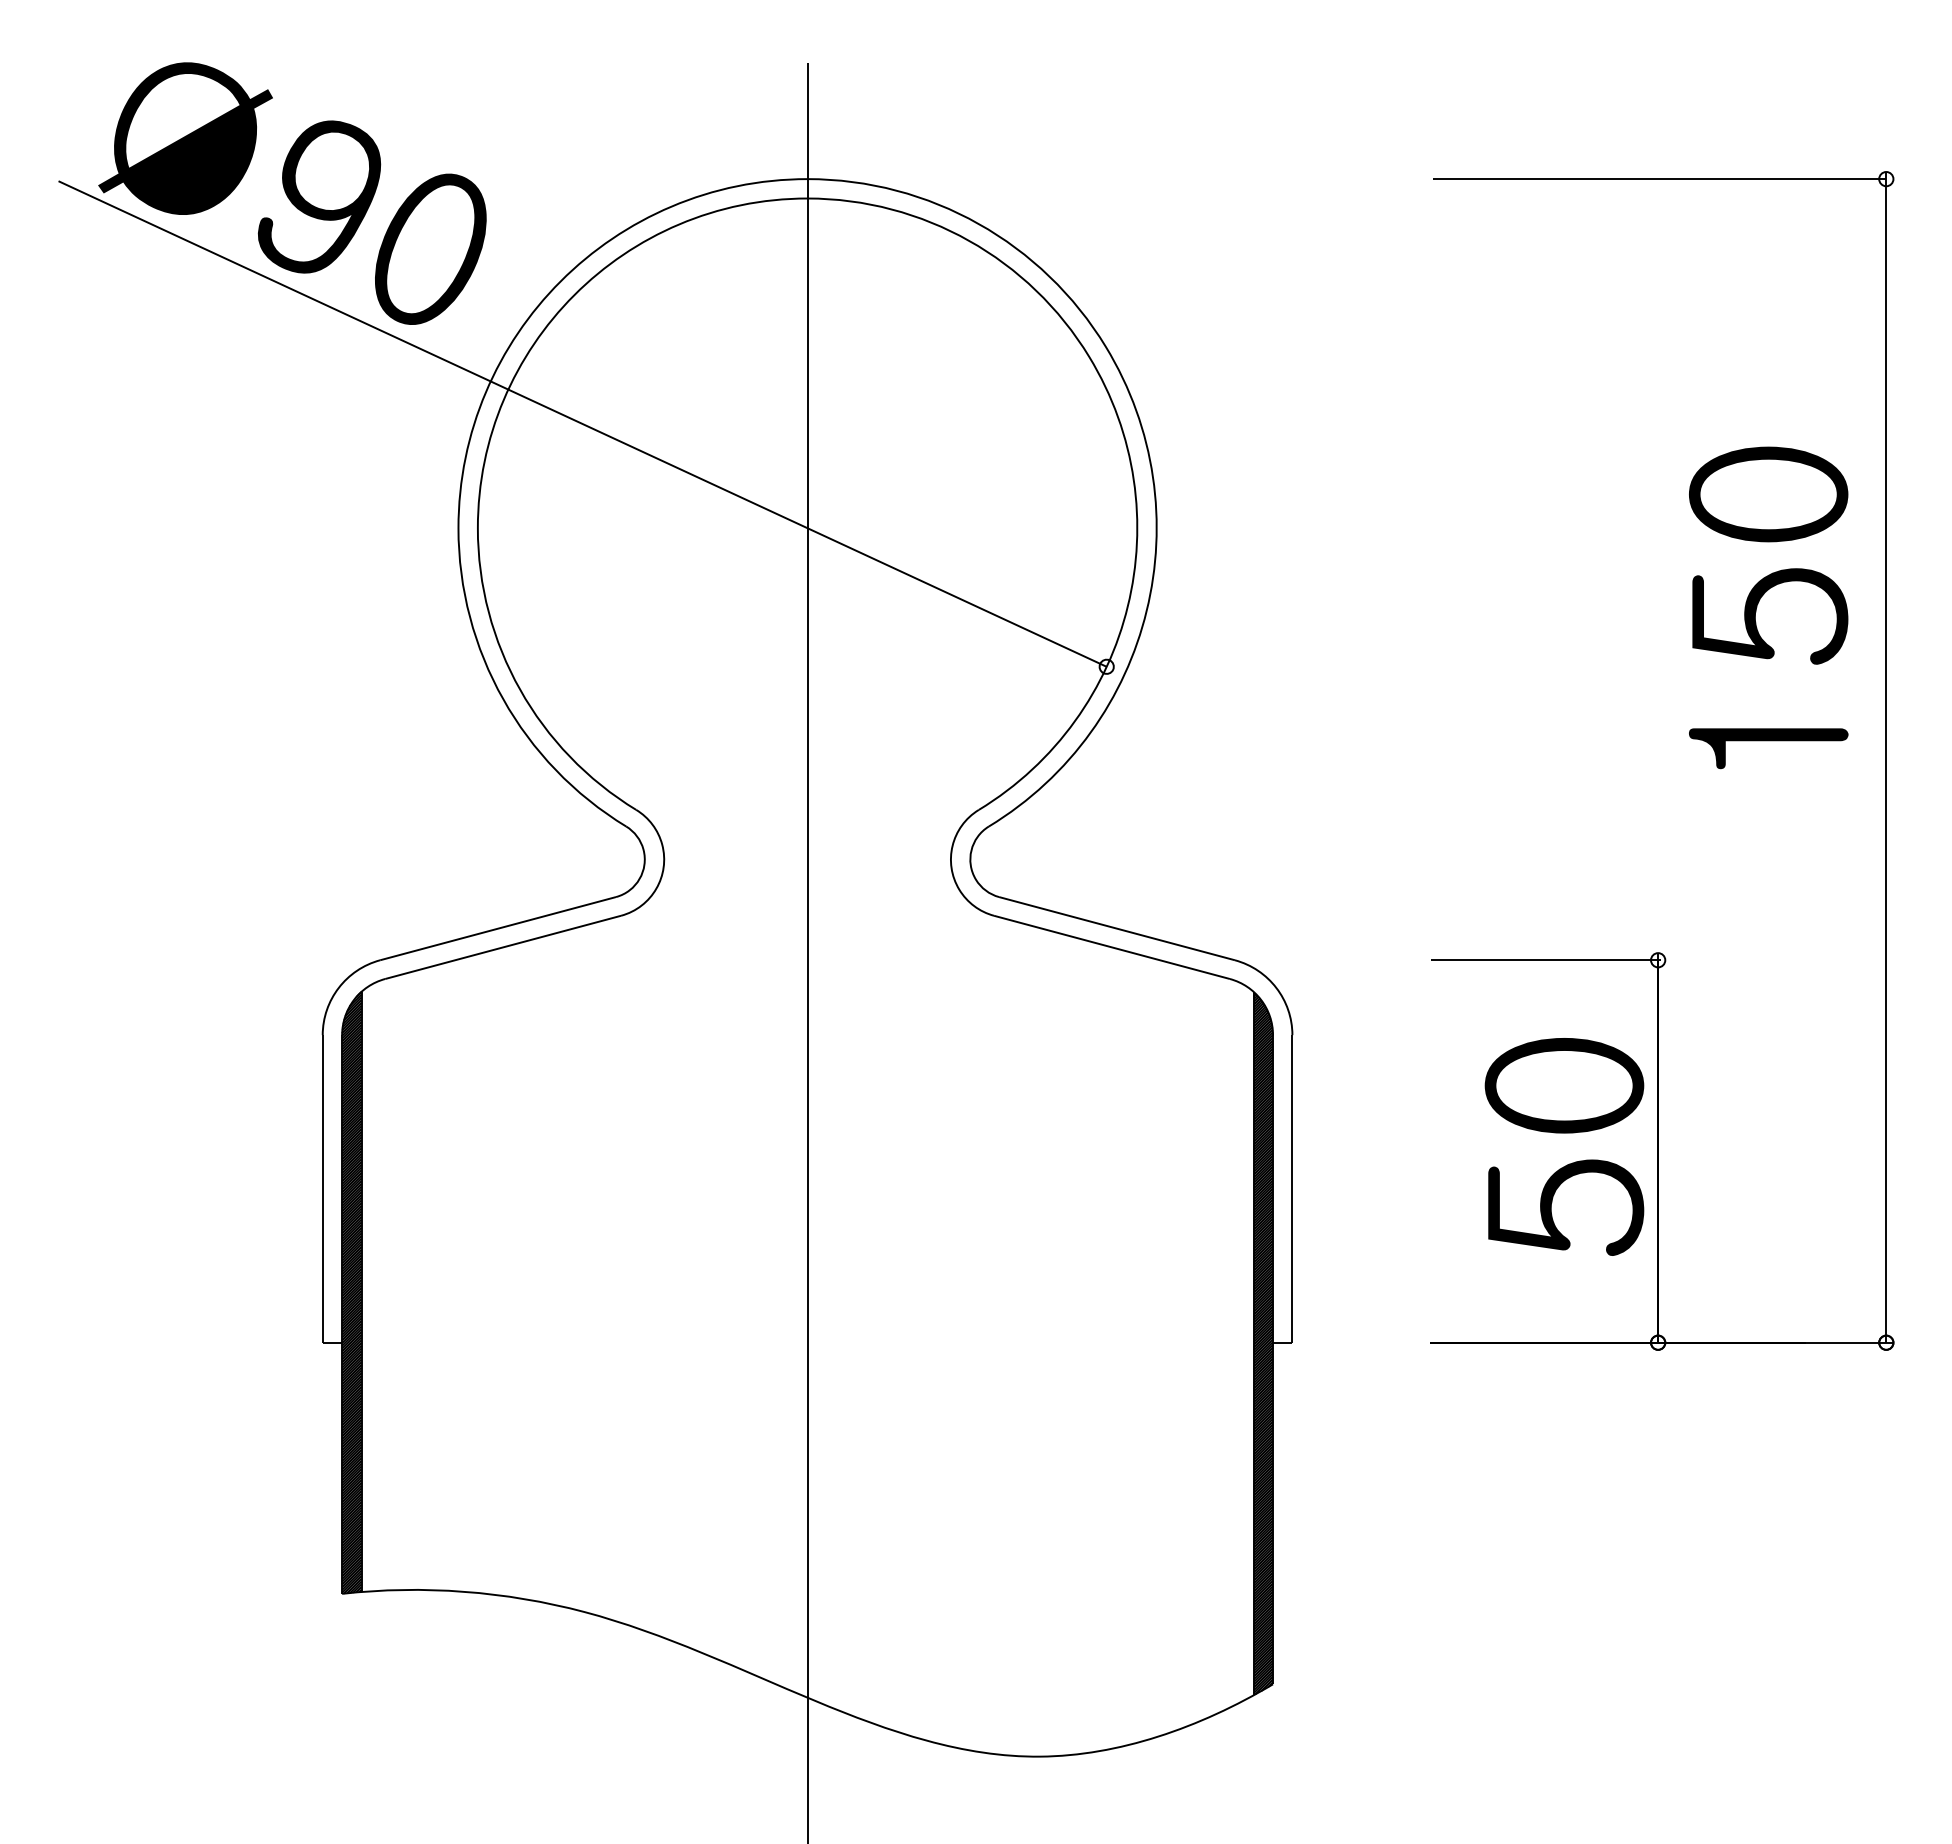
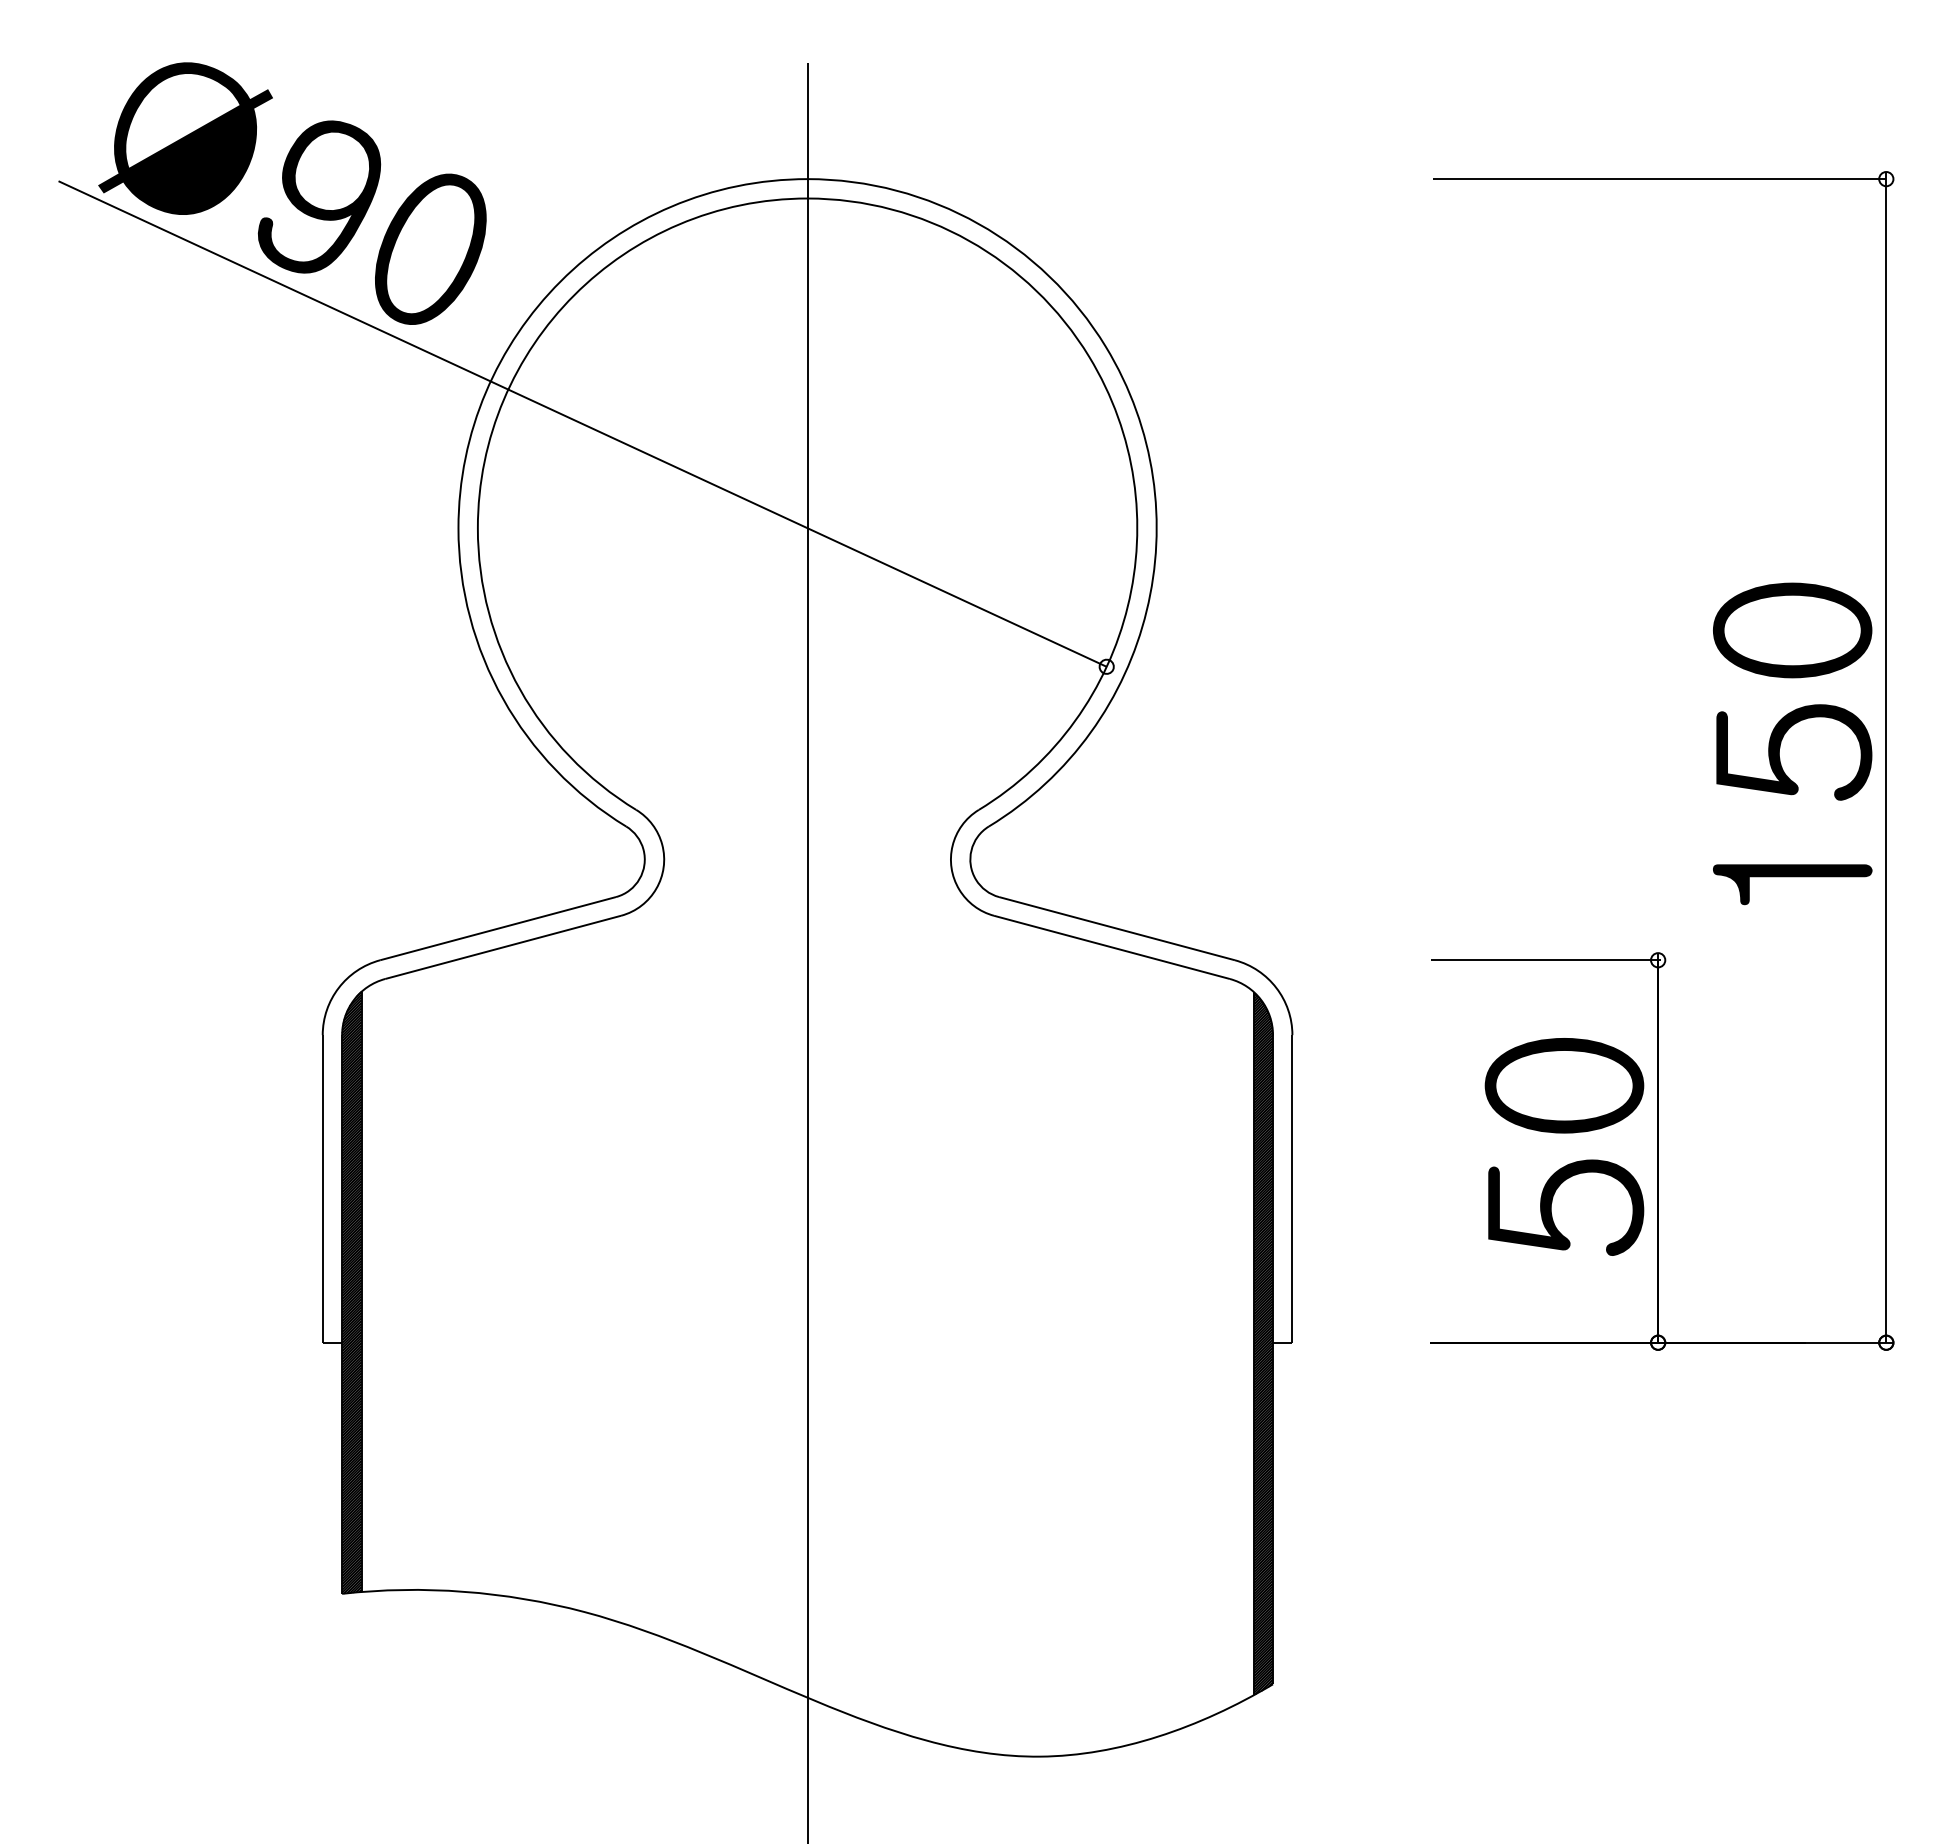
text at (1768, 607) position: (1768, 607) -> (1792, 743)
